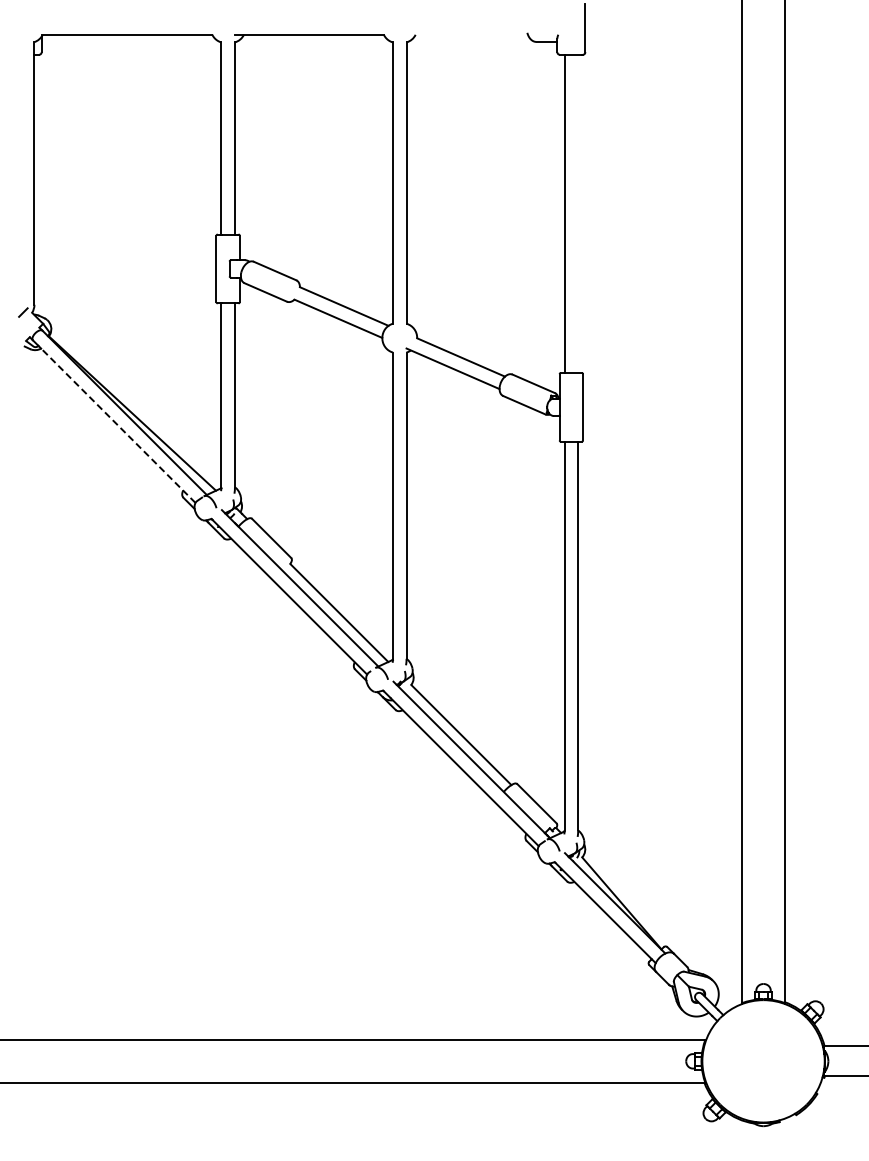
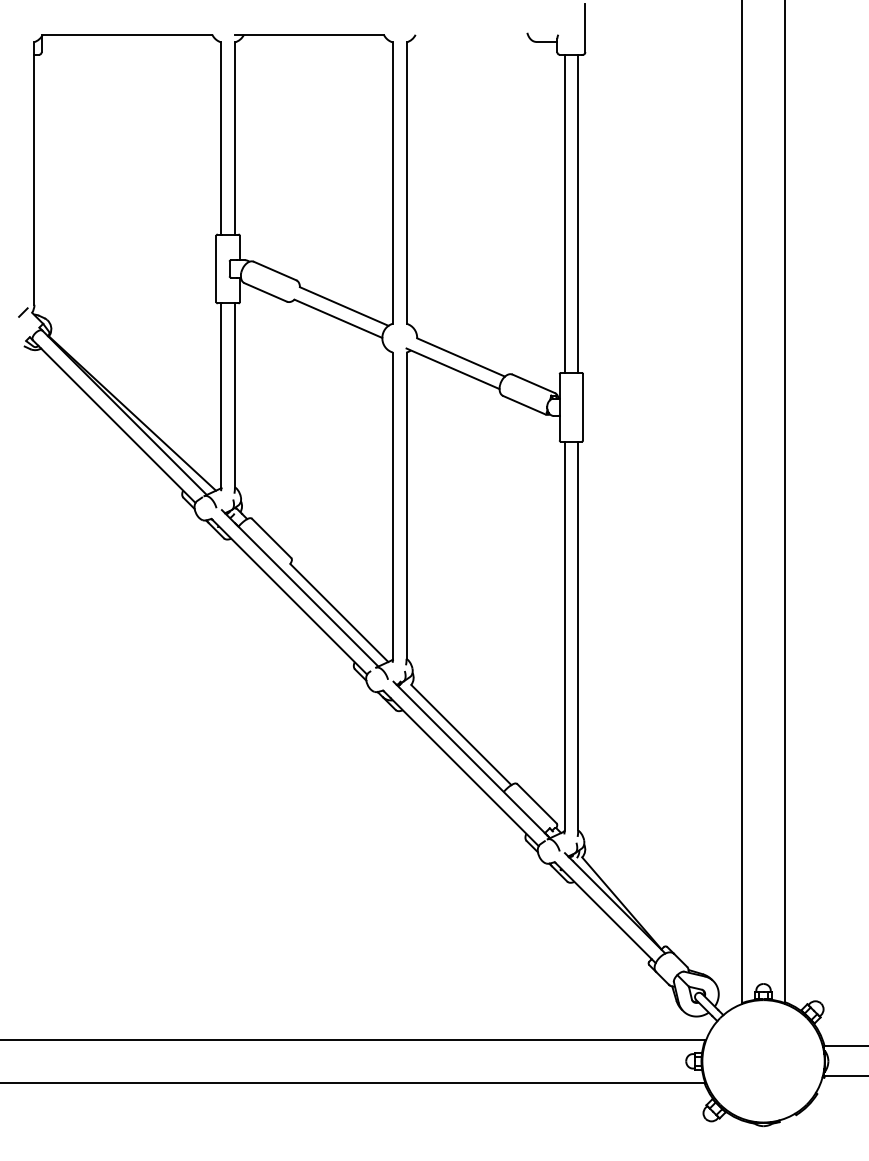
line at (578, 213): none -> present
line at (117, 425): dashed -> solid
